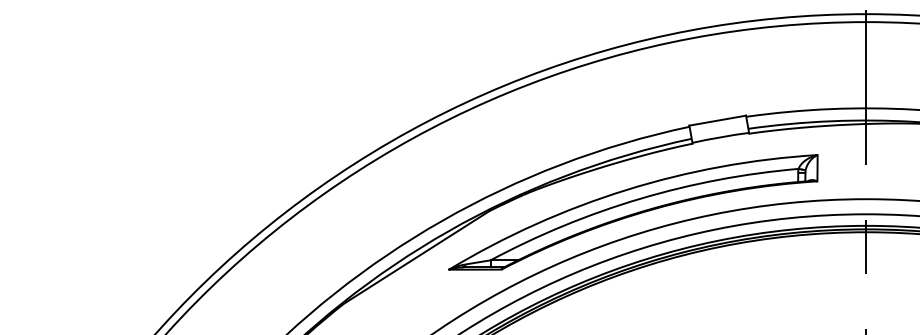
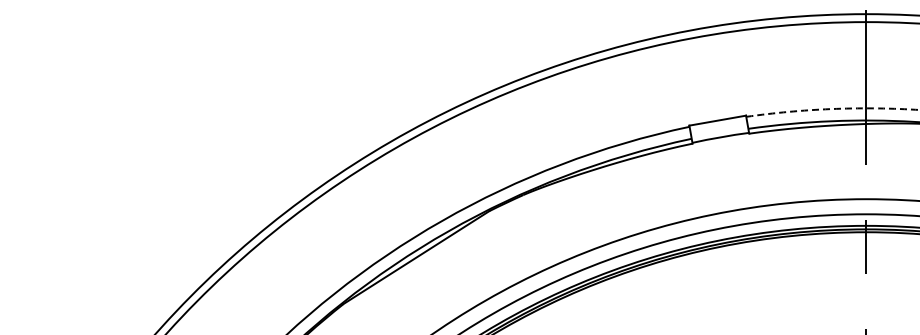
arc at (832, 109): solid -> dashed
part at (633, 212): present -> none
